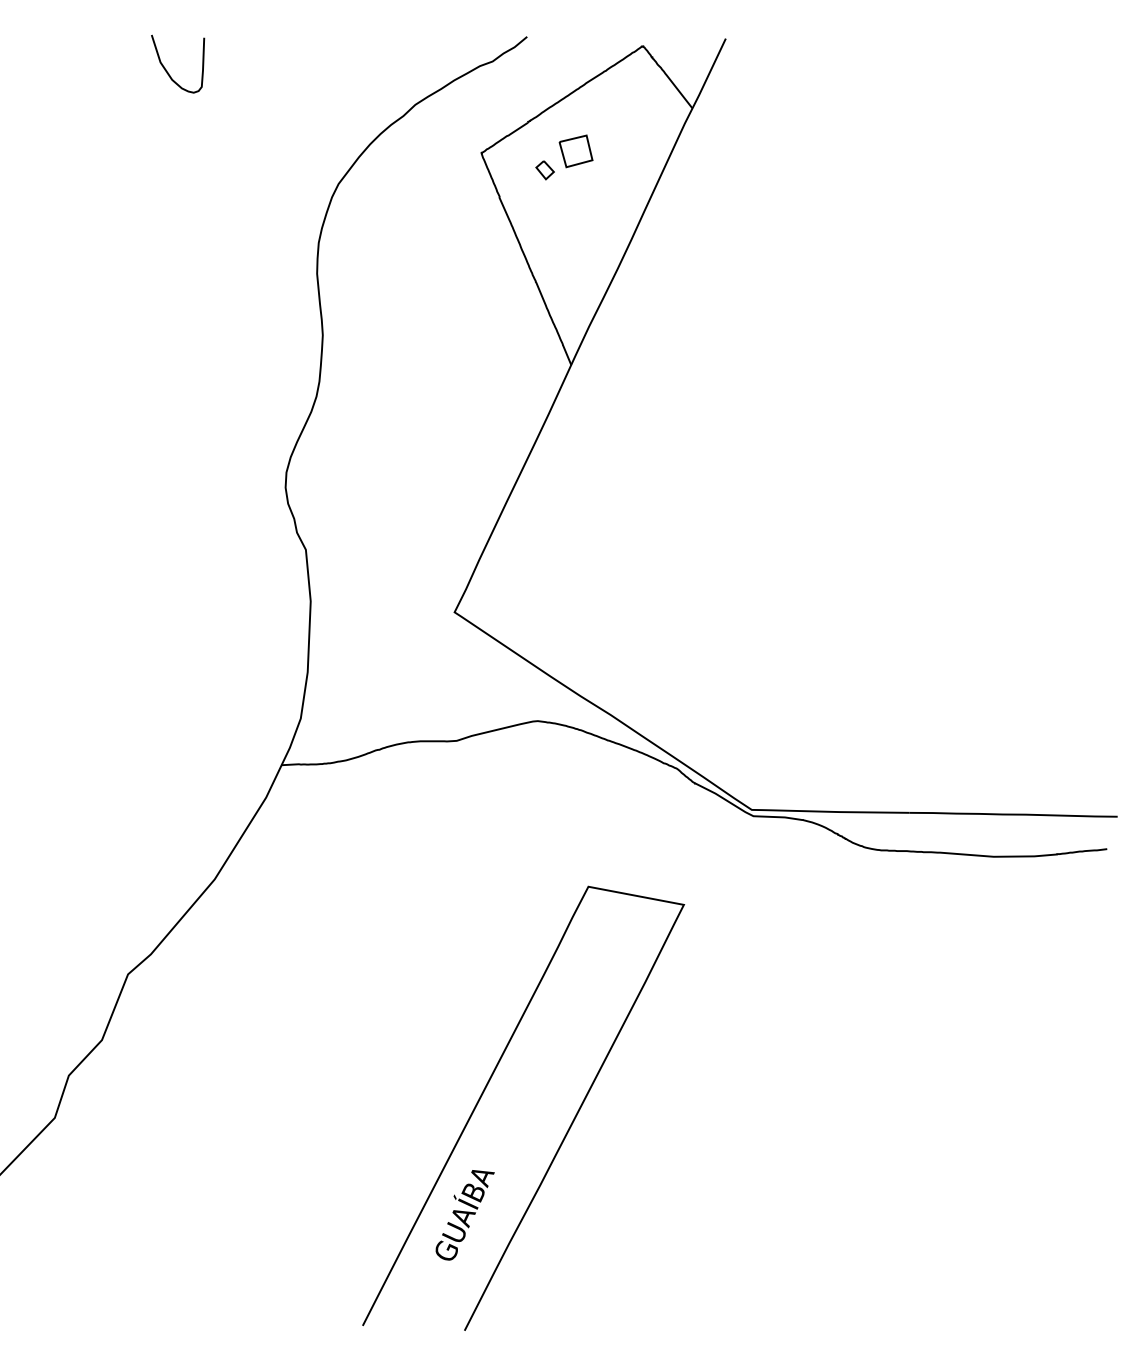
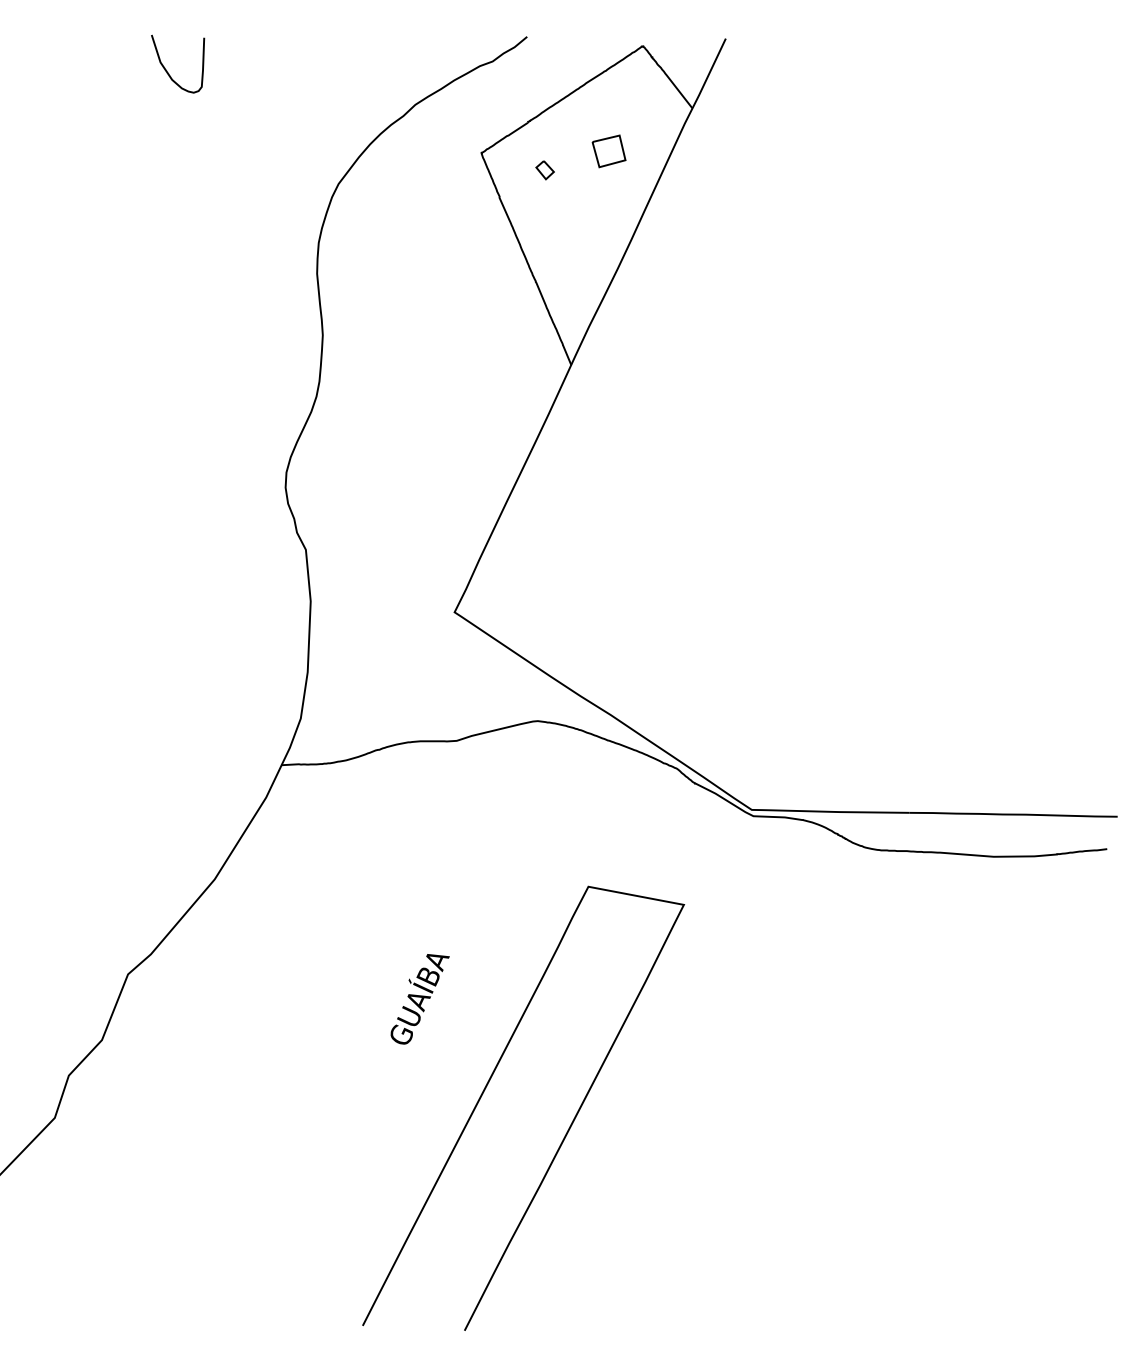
part at (575, 151) position: (575, 151) -> (608, 151)
text at (464, 1215) position: (464, 1215) -> (419, 999)
